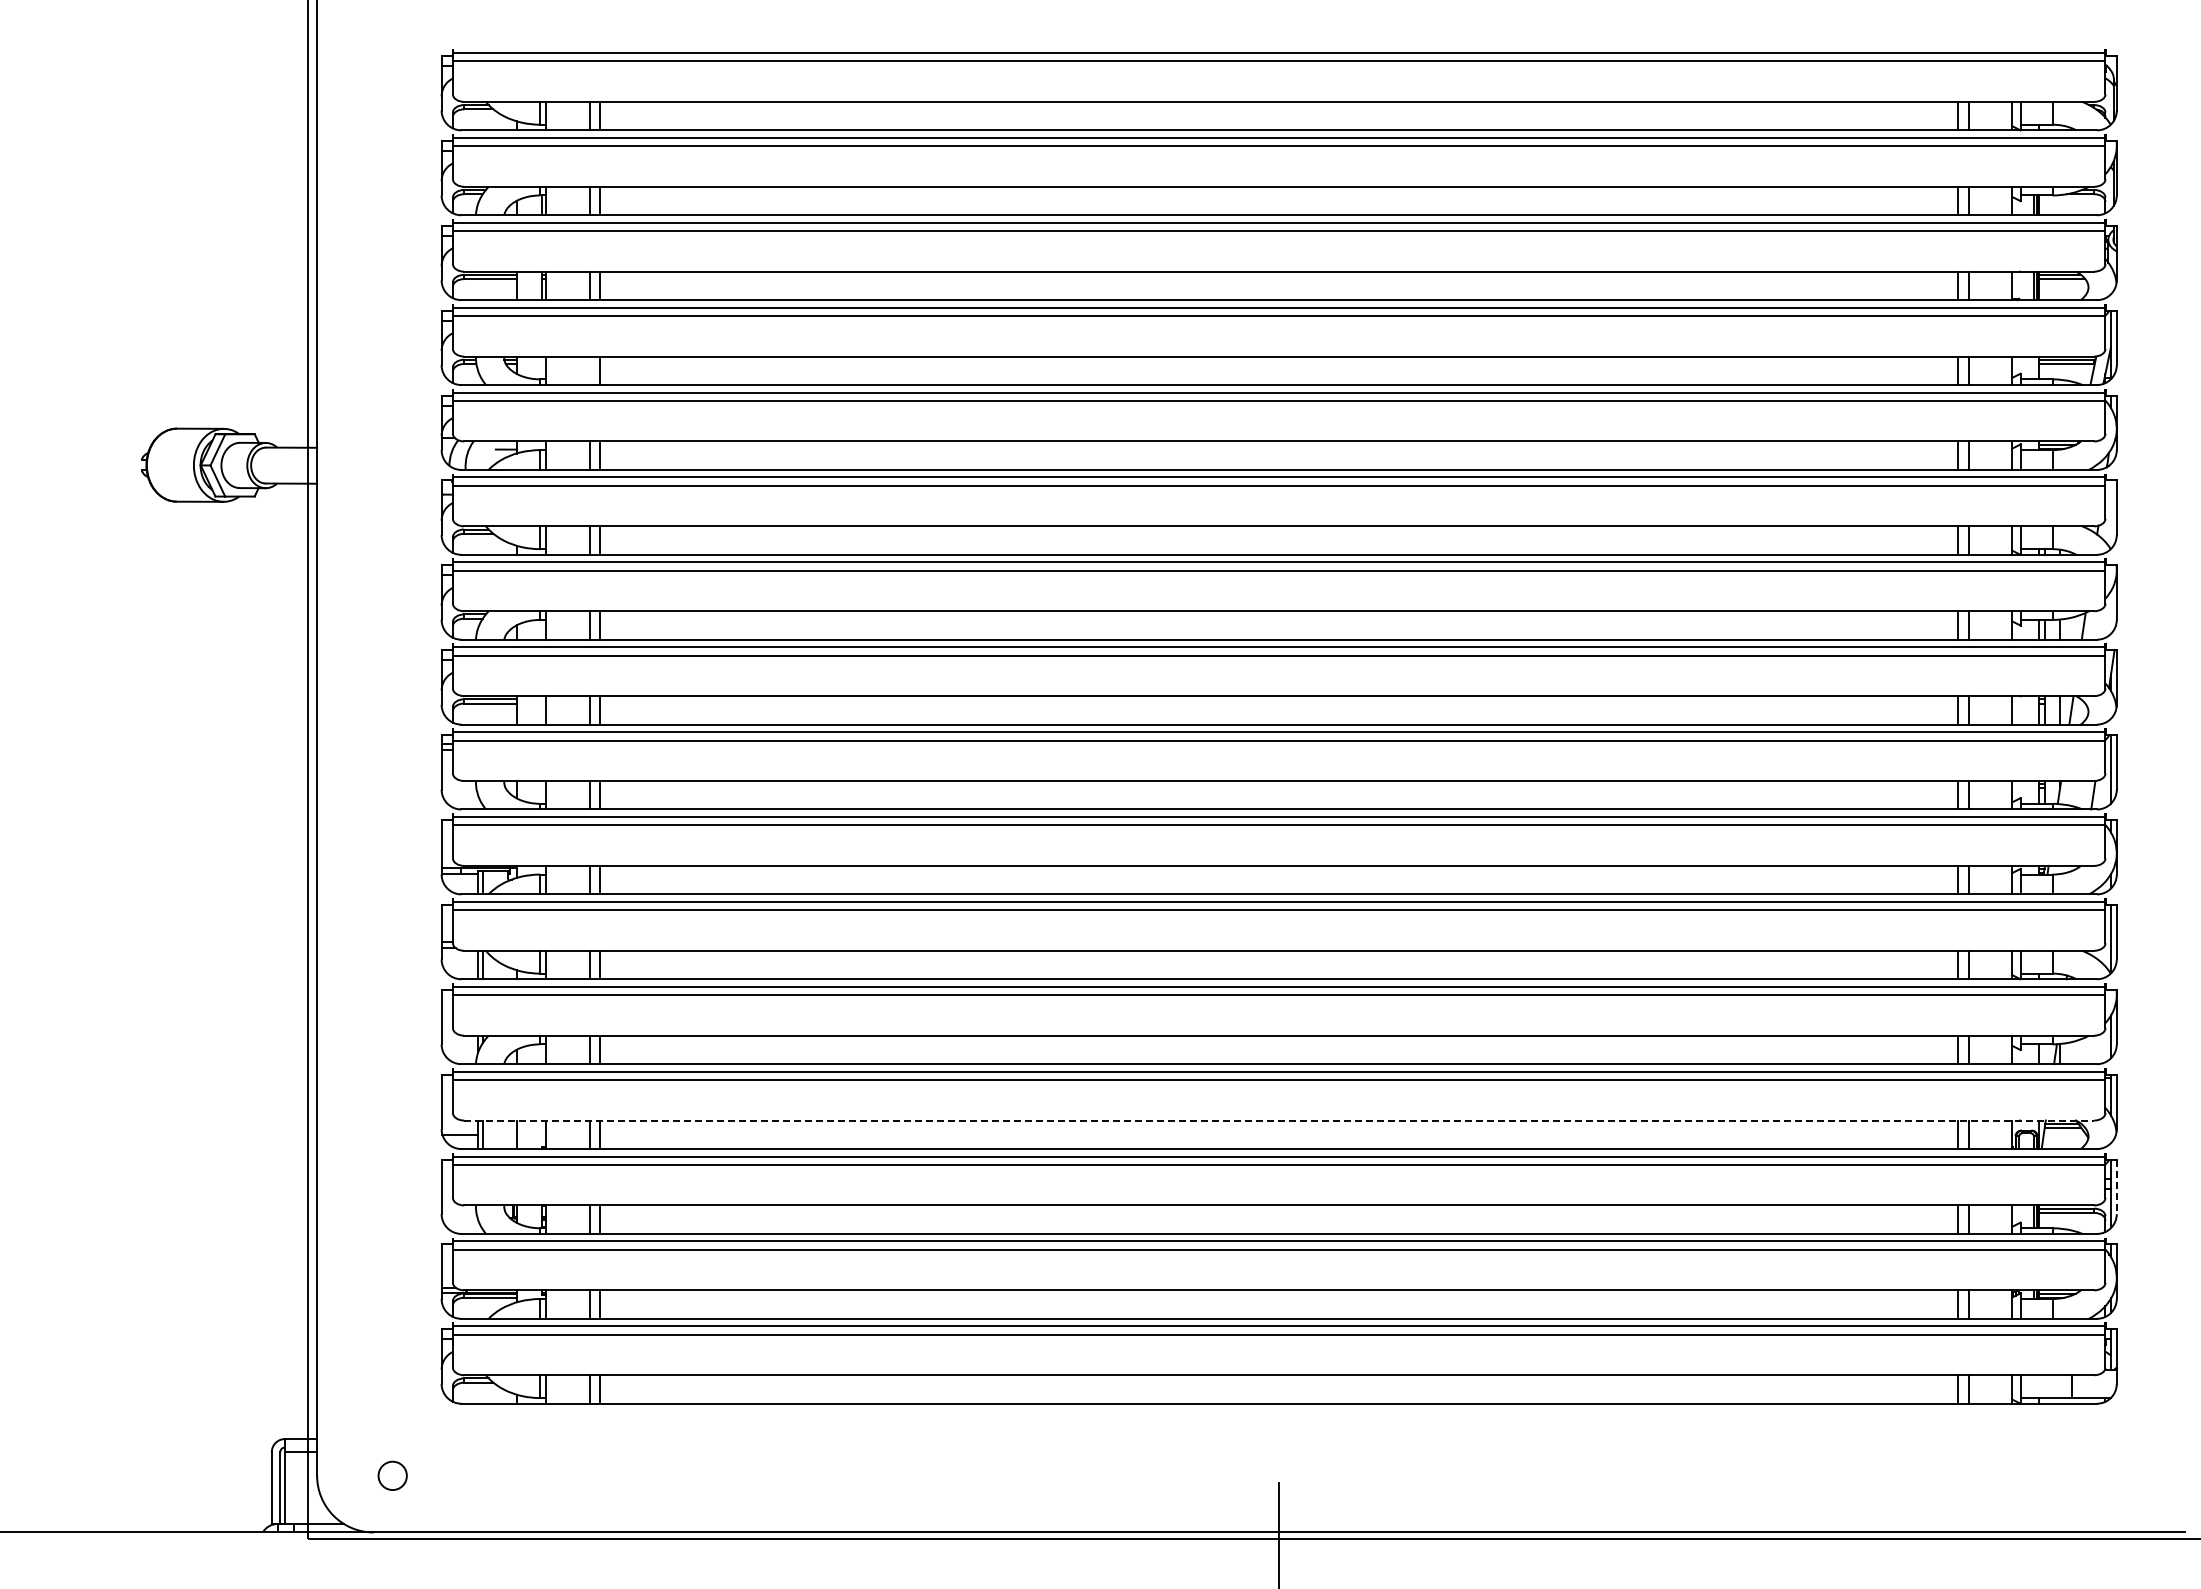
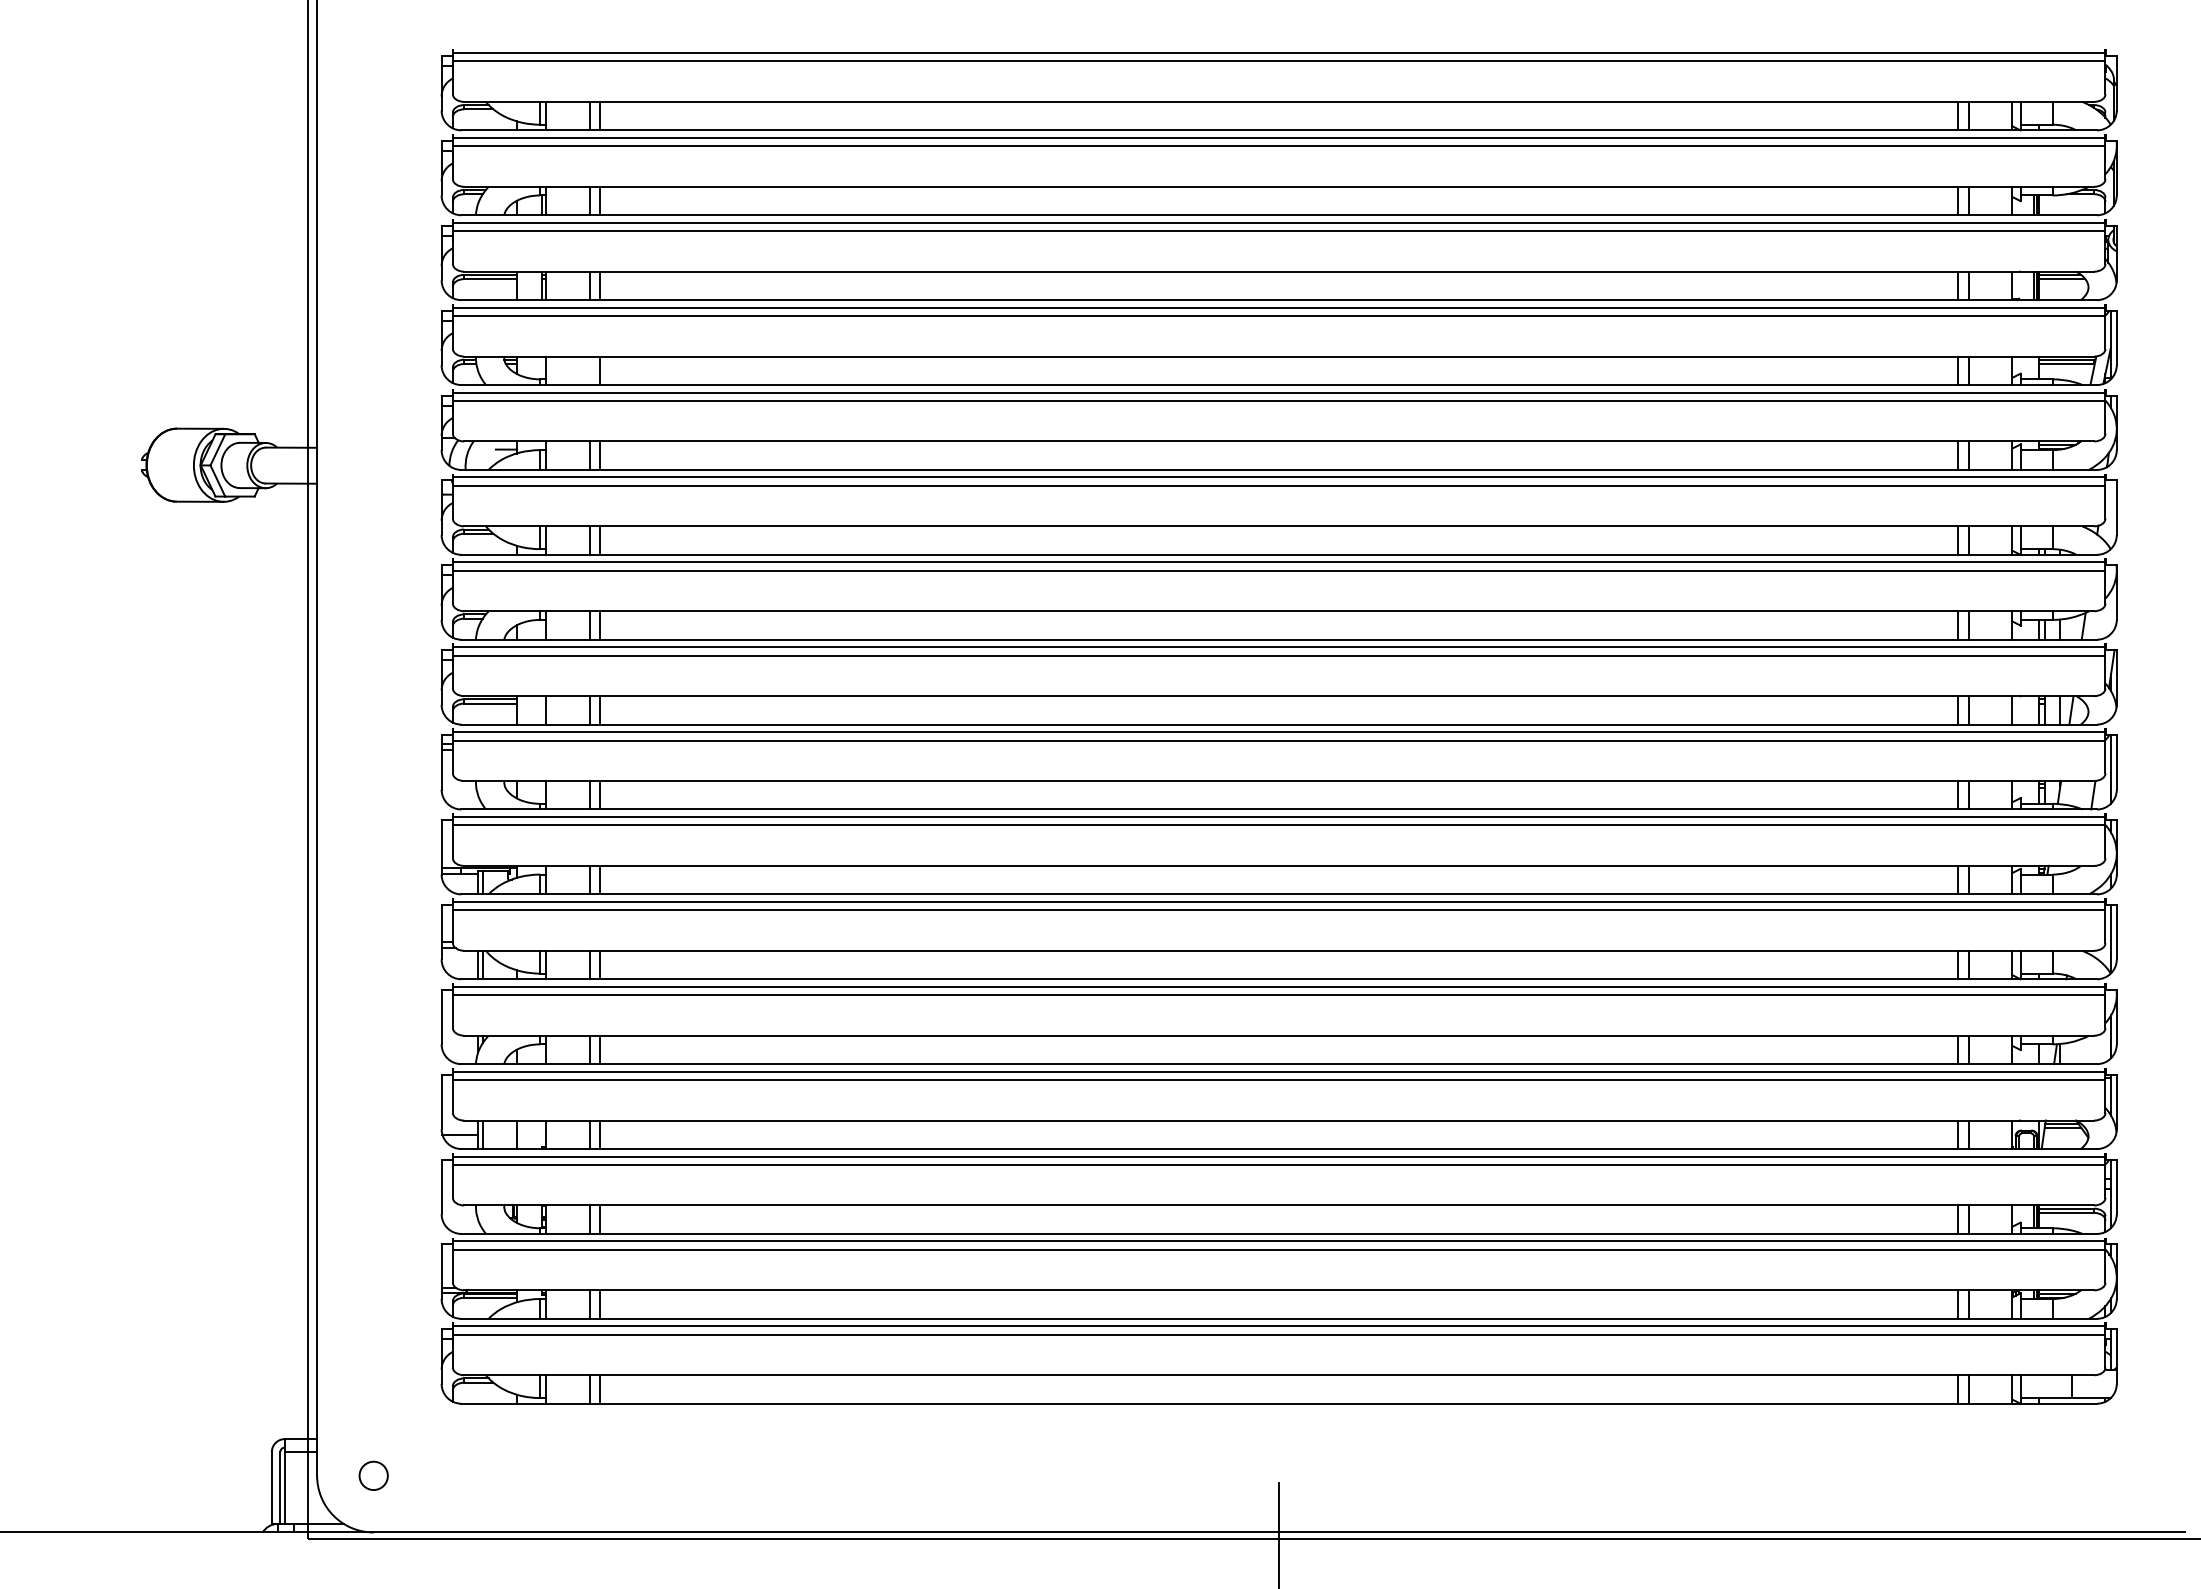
line at (1279, 1120): dashed -> solid
line at (2116, 1187): dashed -> solid
circle at (392, 1475) position: (392, 1475) -> (373, 1475)
